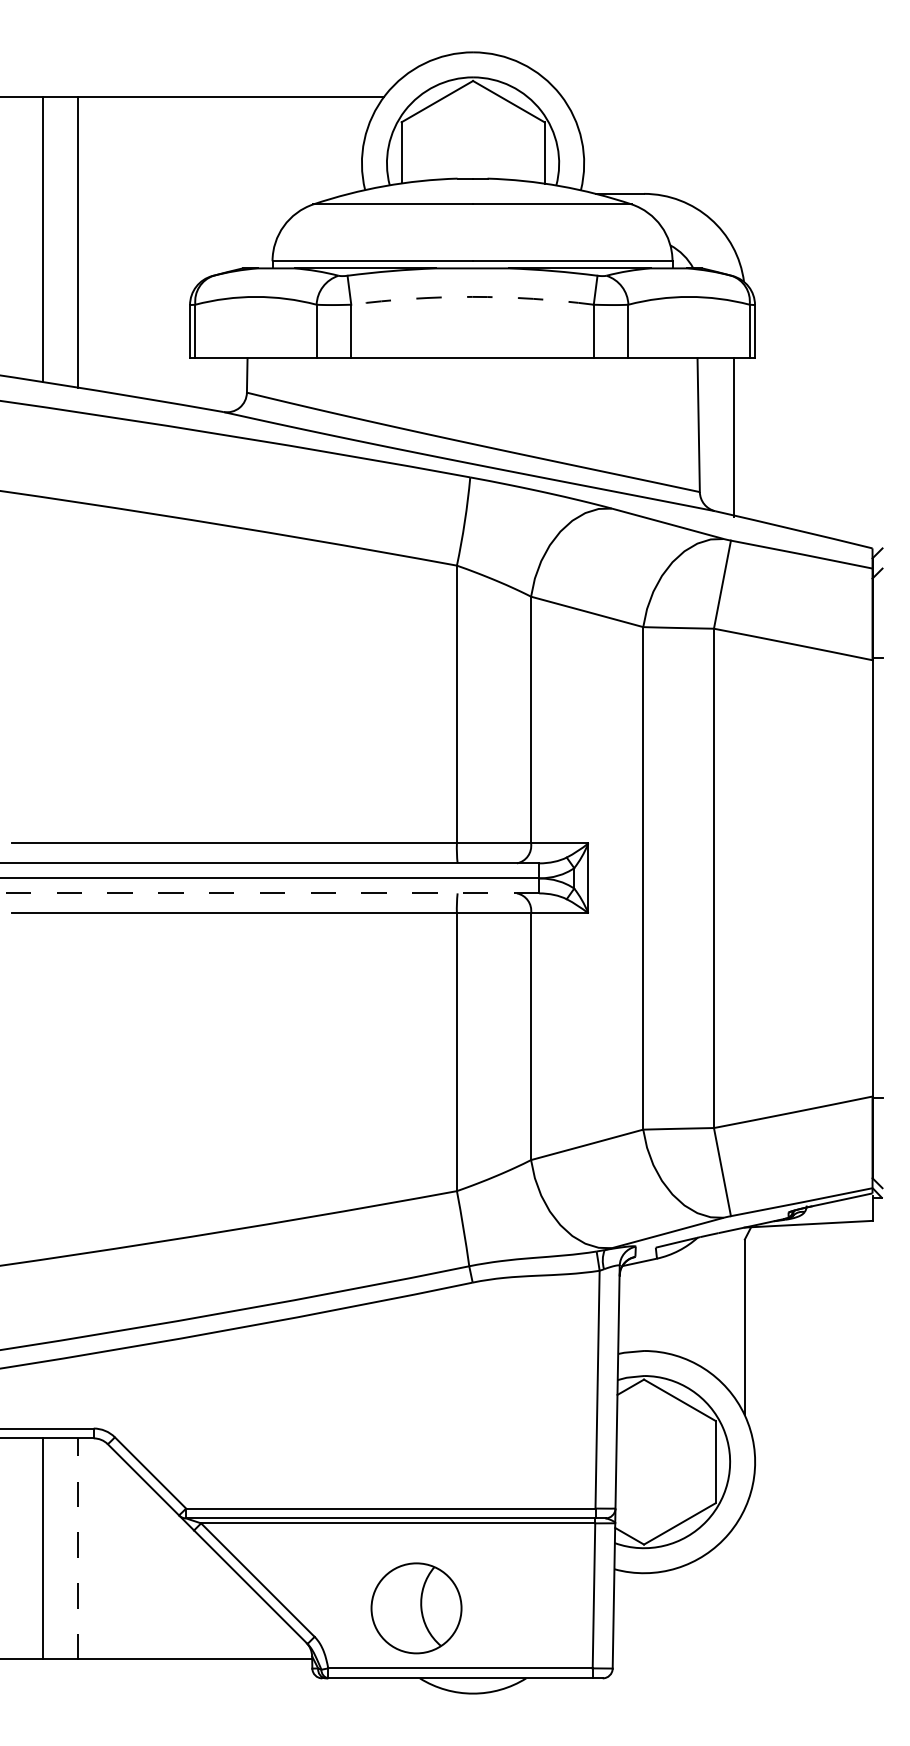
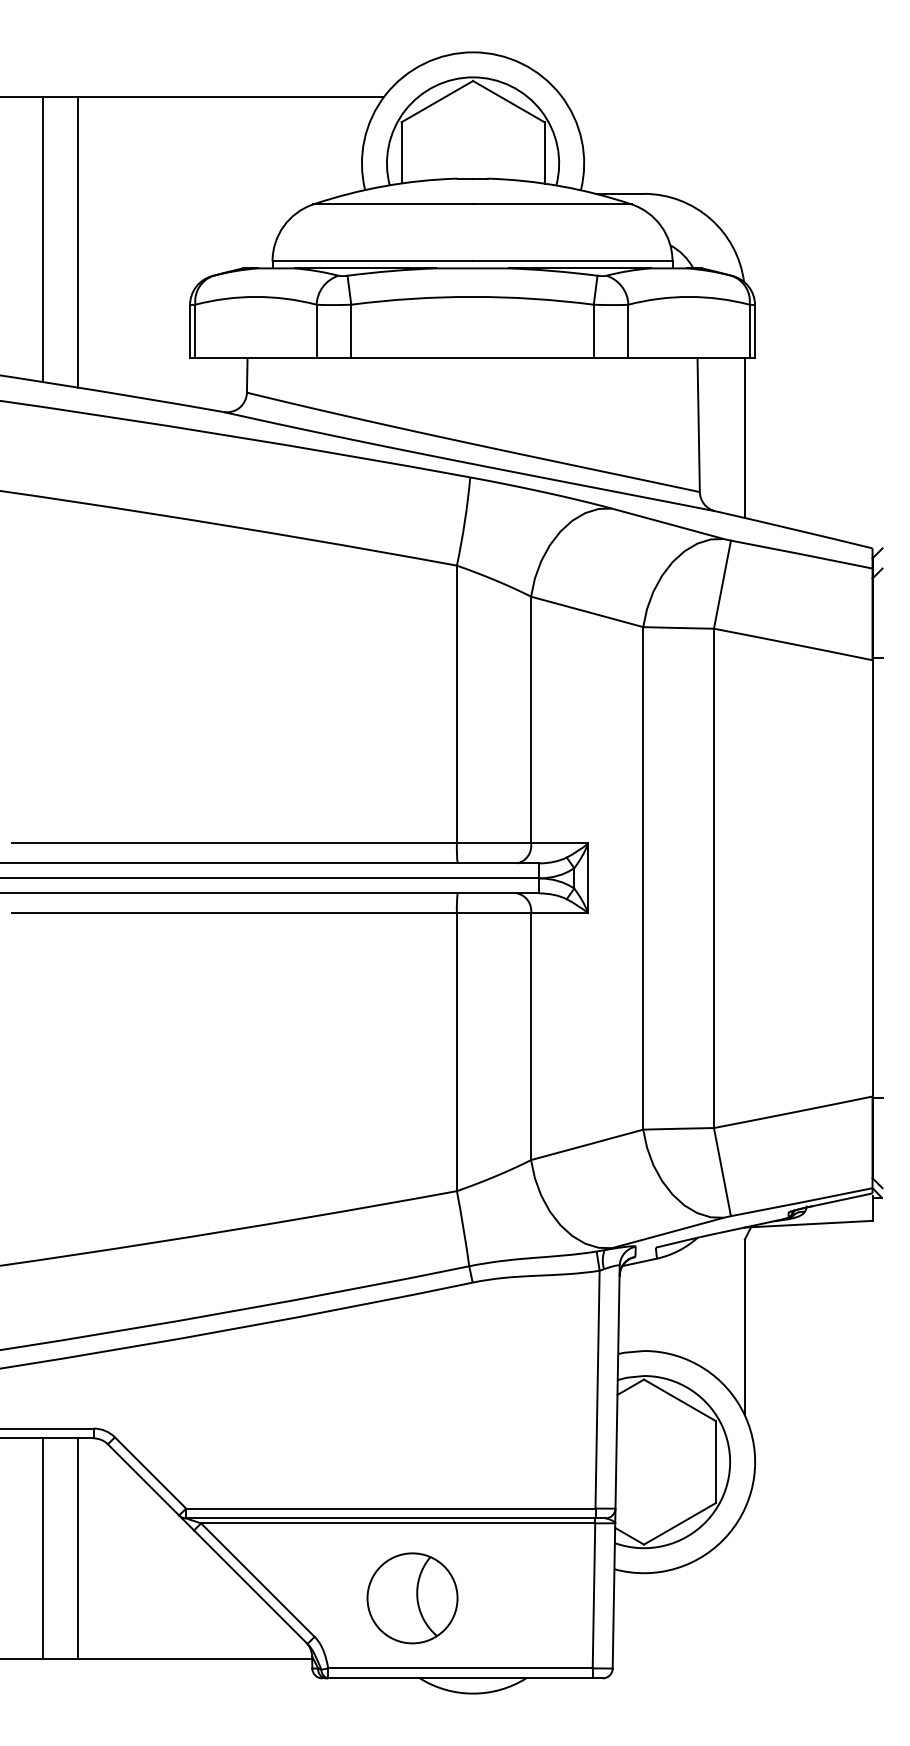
arc at (472, 296): dashed -> solid
line at (733, 437) position: (733, 437) -> (744, 437)
line at (269, 893): dashed -> solid
line at (78, 1548): dashed -> solid
part at (416, 1608) position: (416, 1608) -> (412, 1598)
